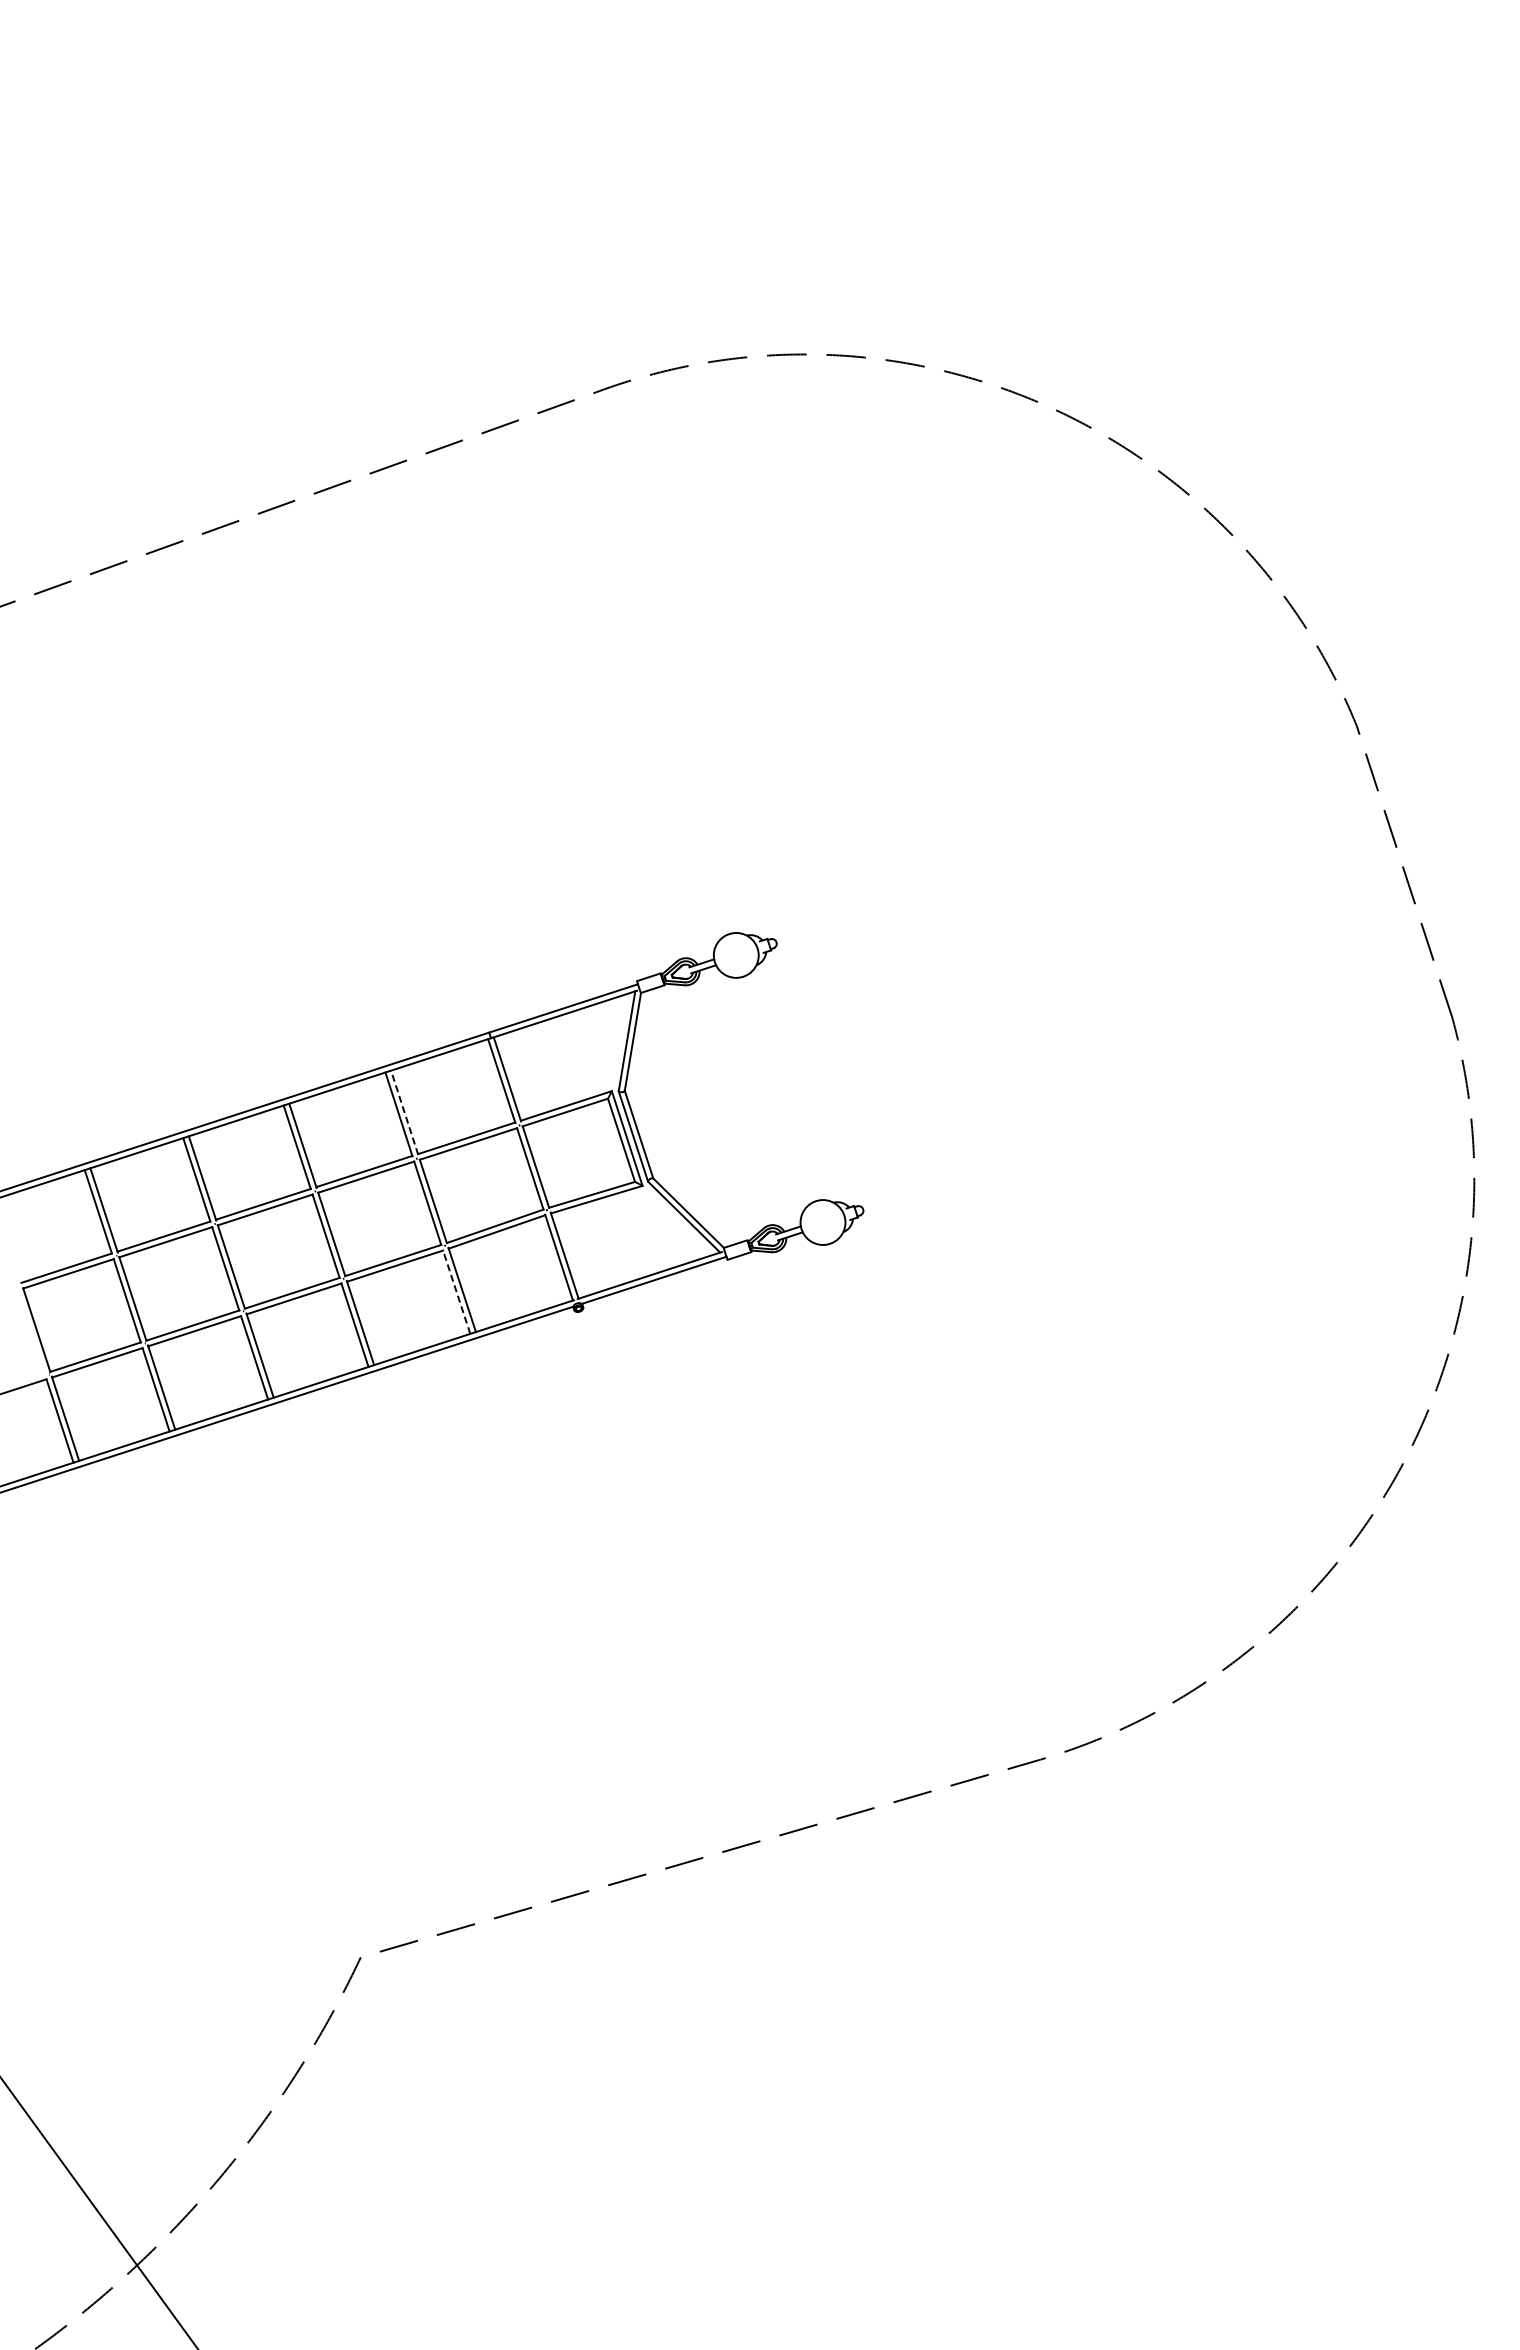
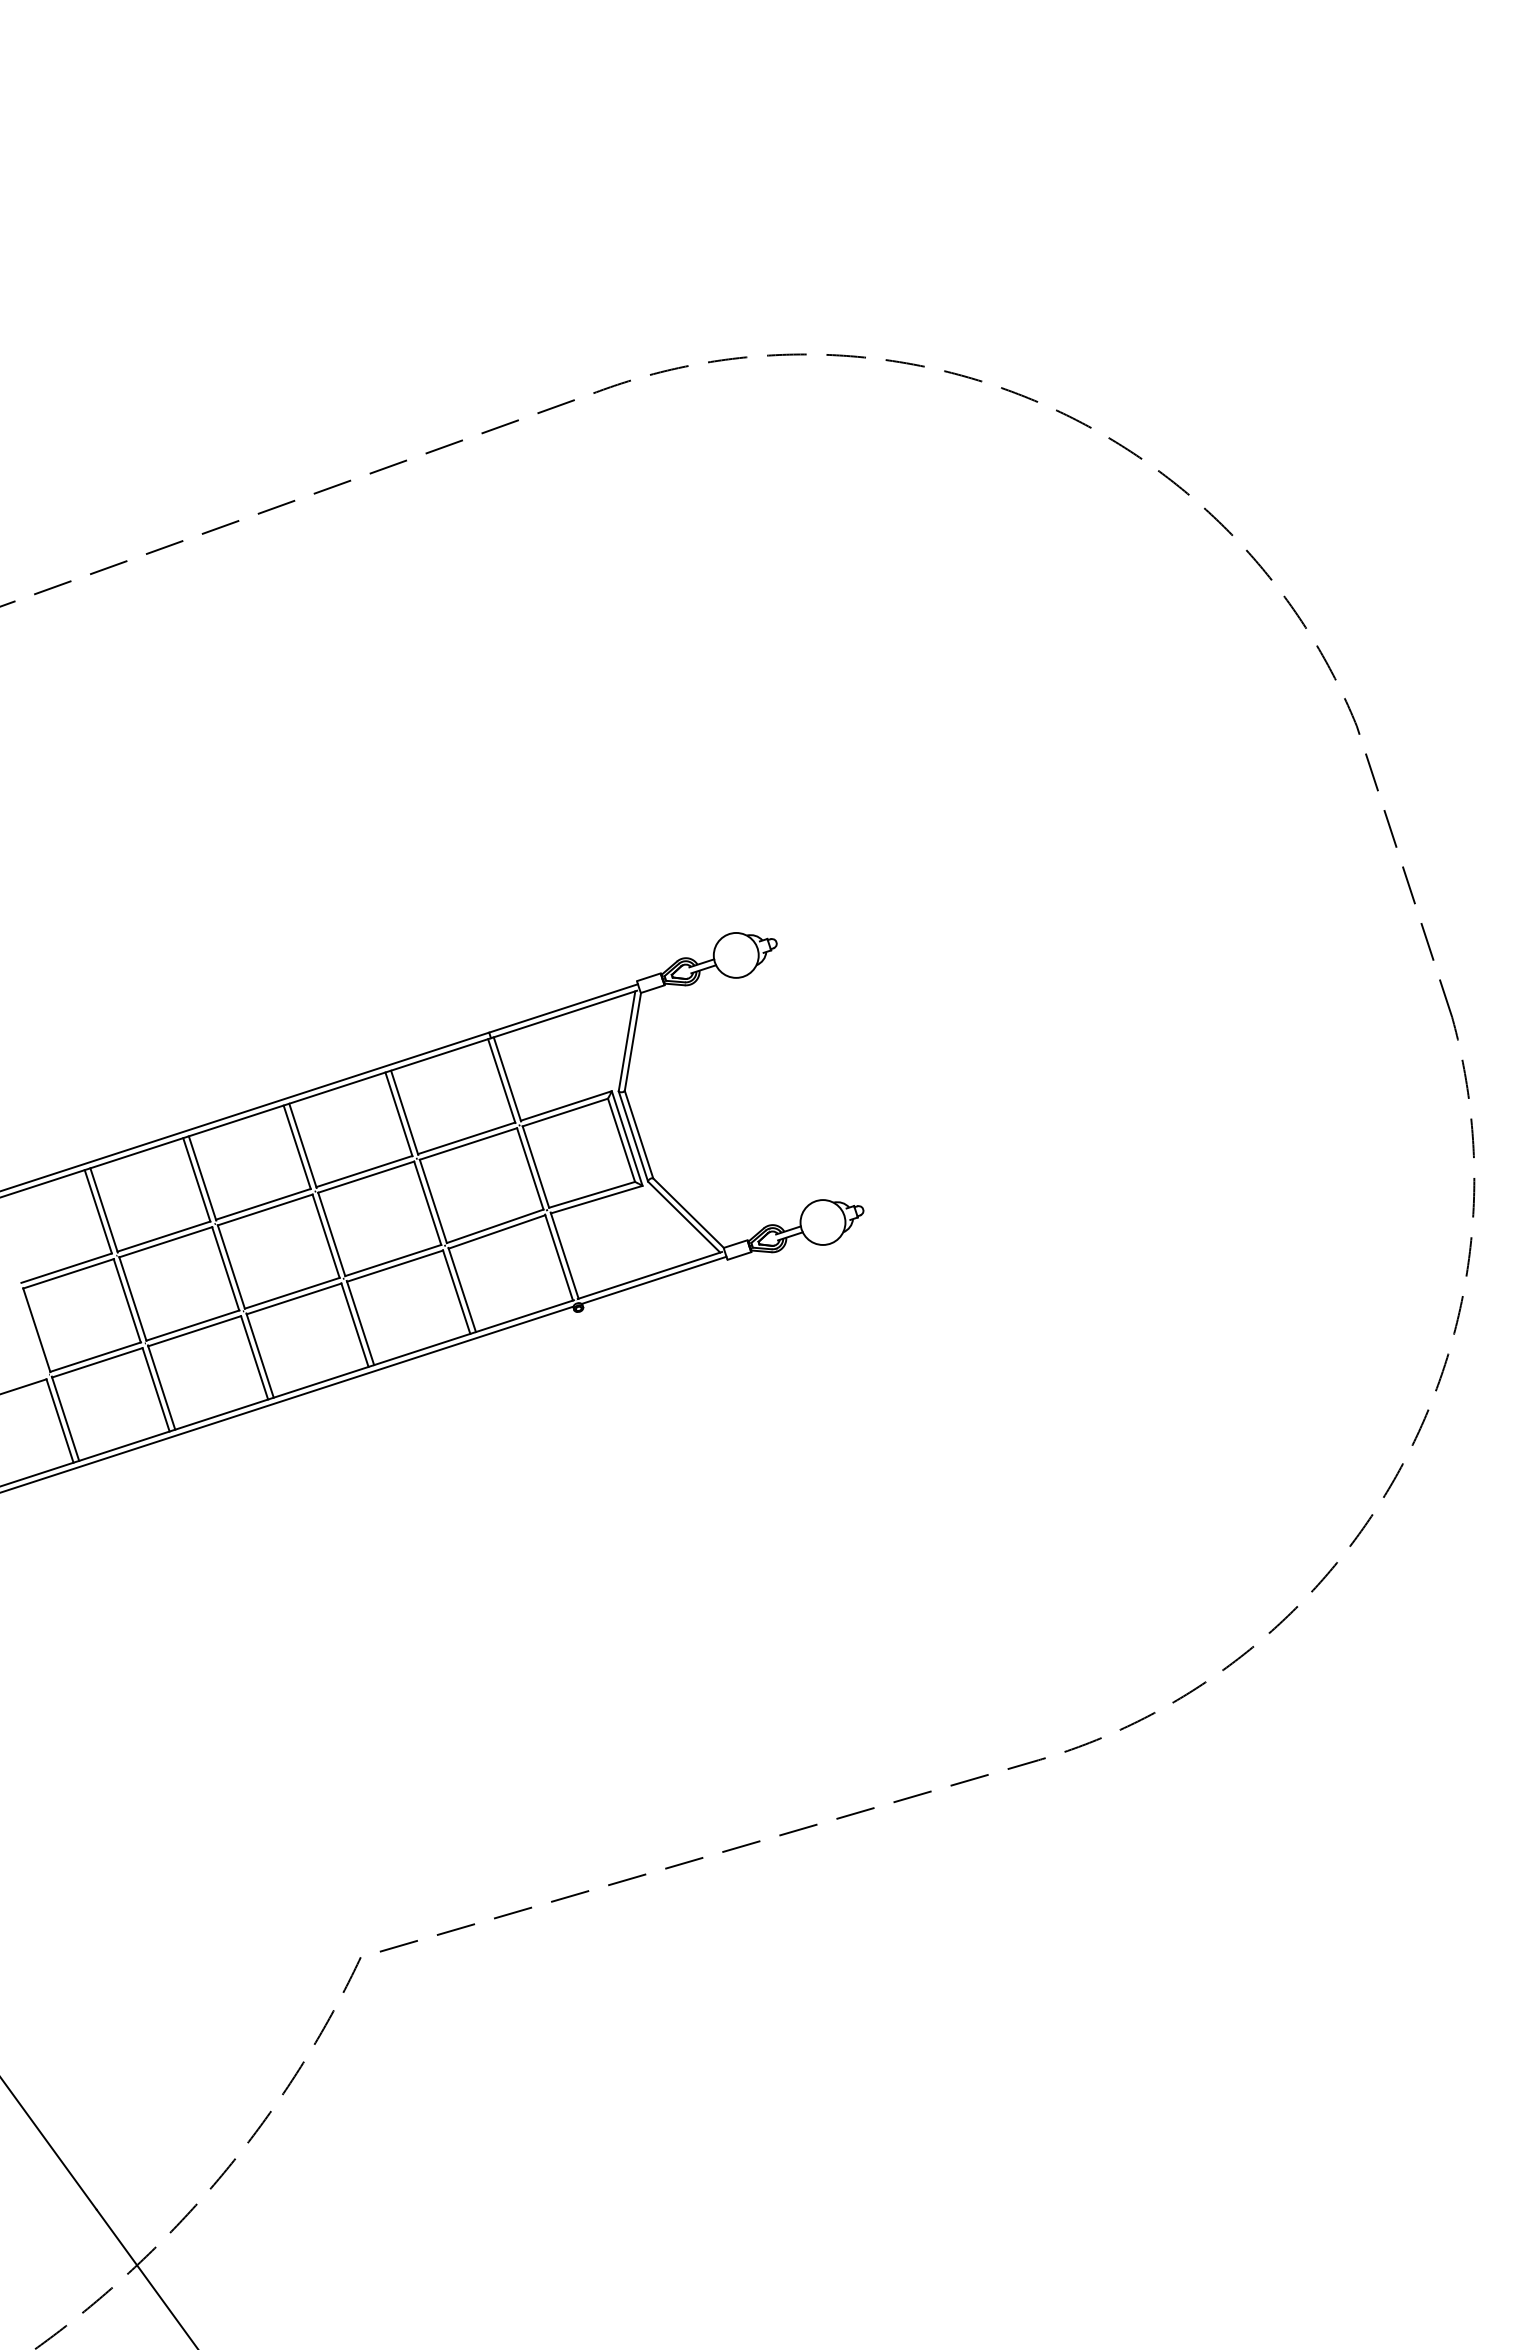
line at (404, 1112): dashed -> solid
line at (456, 1291): dashed -> solid
